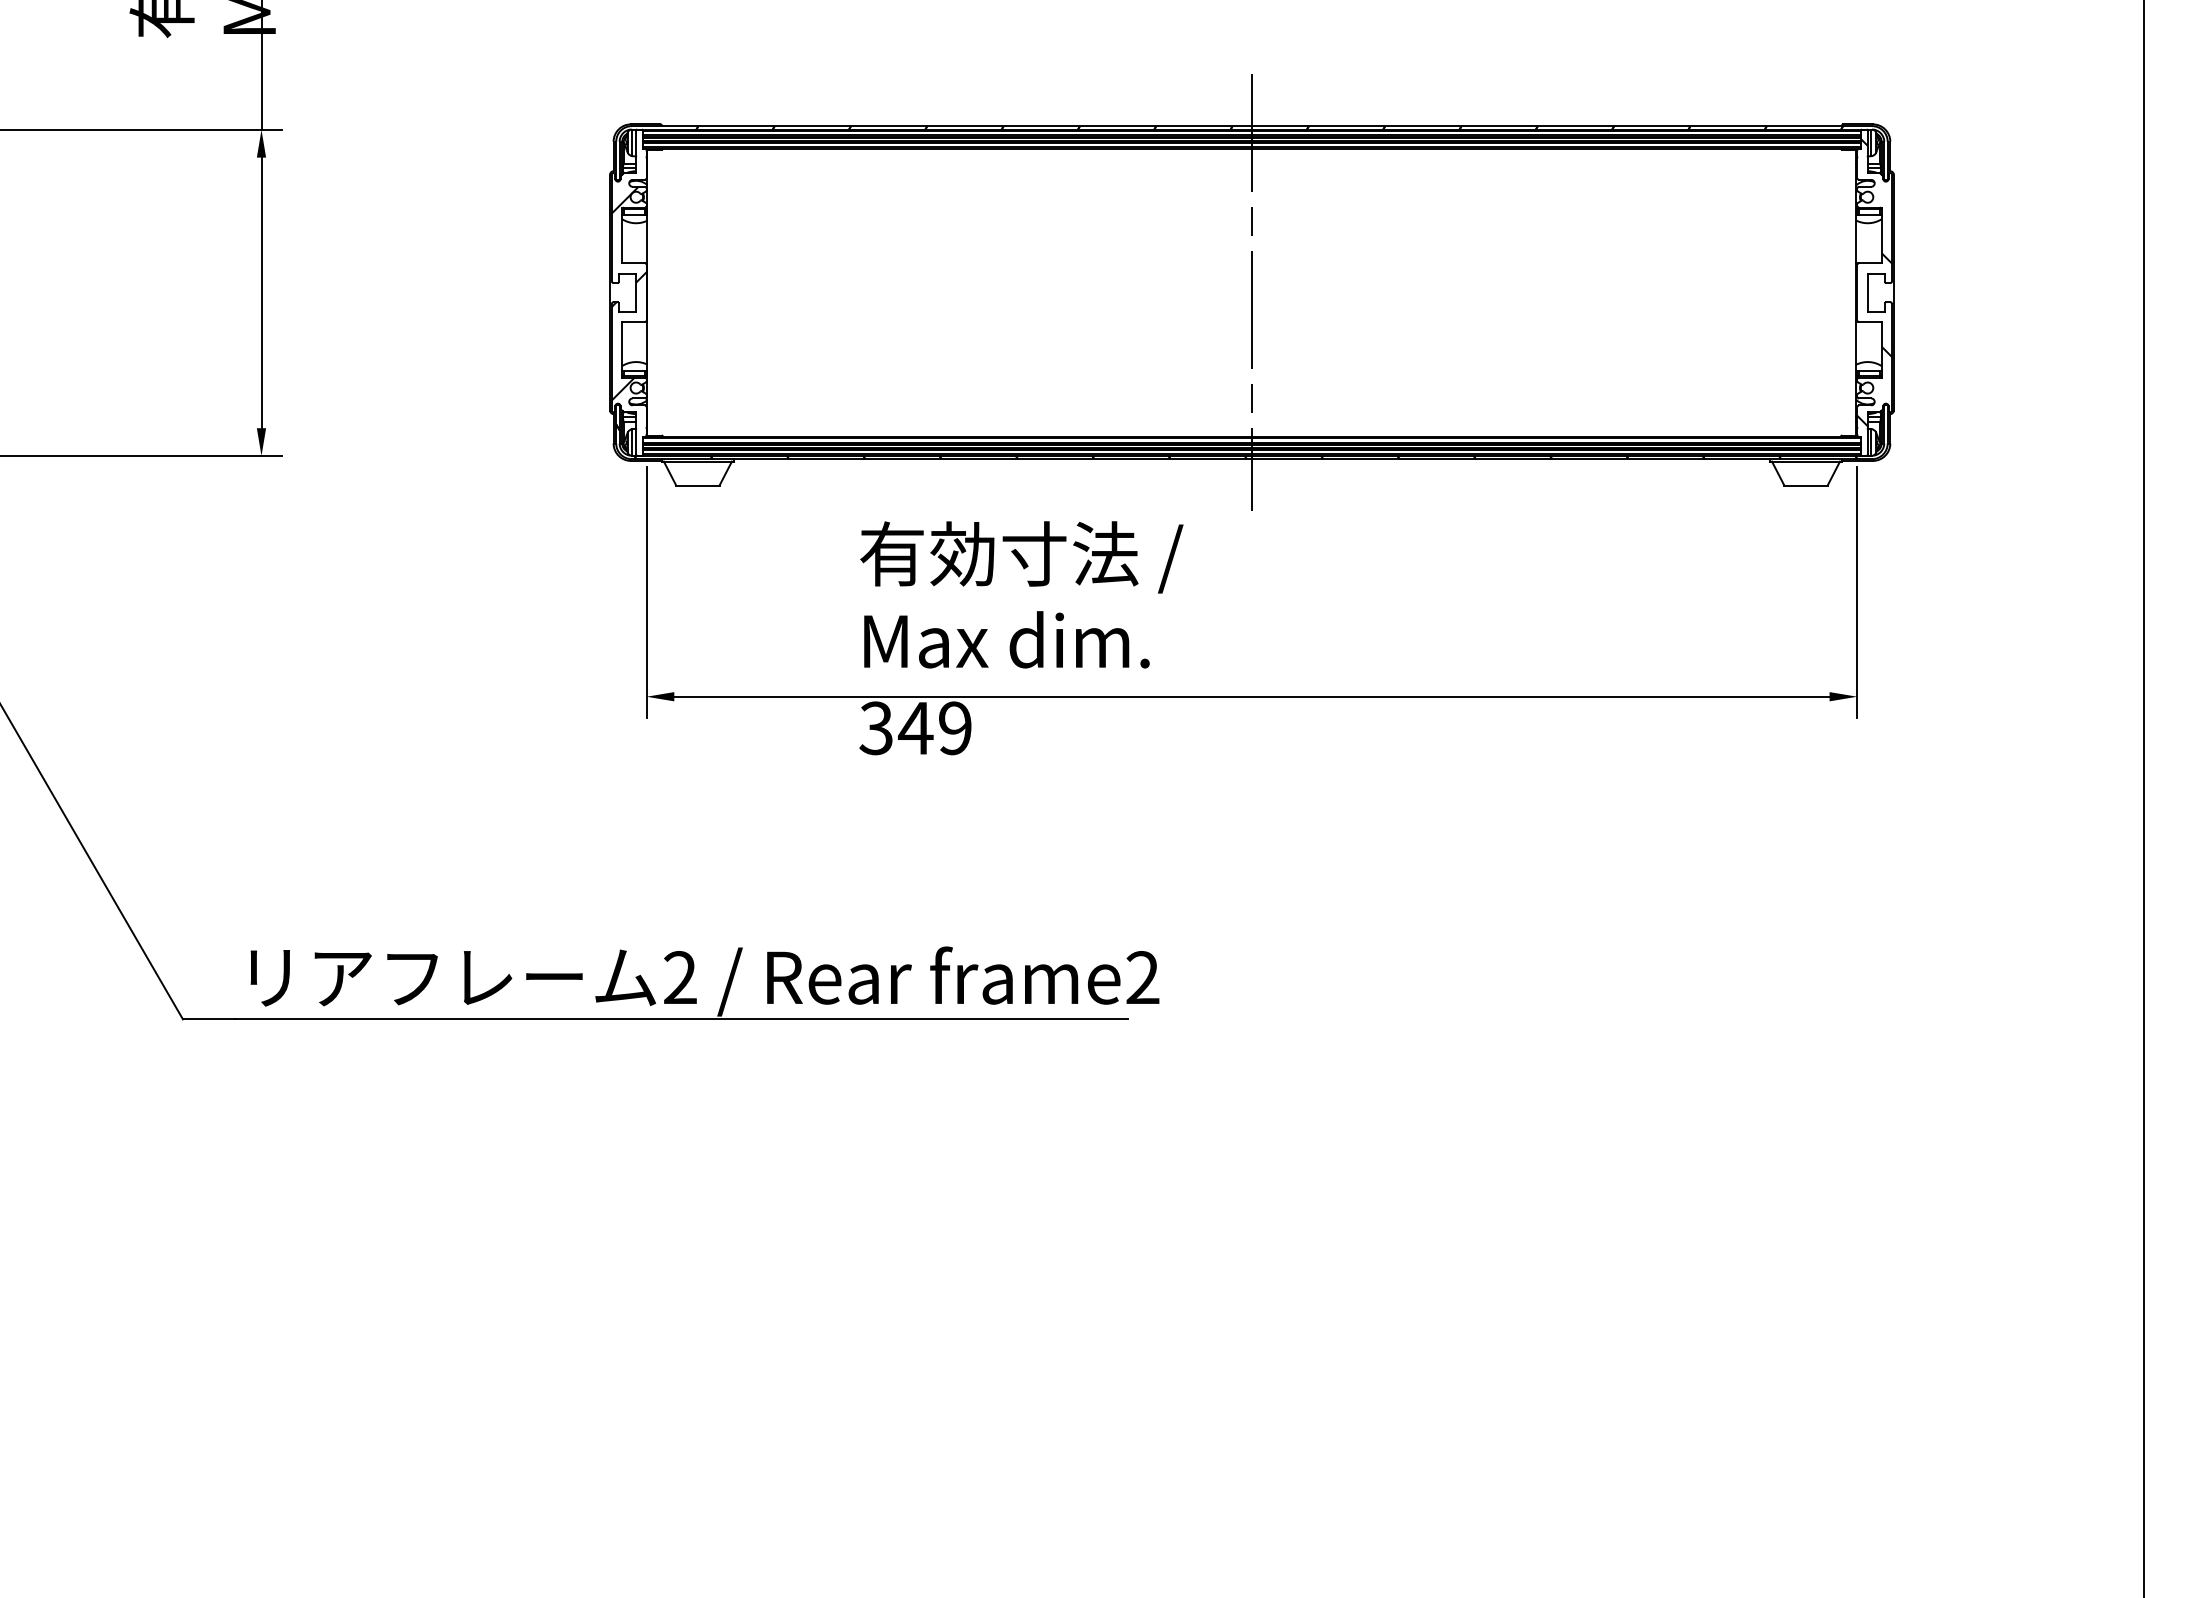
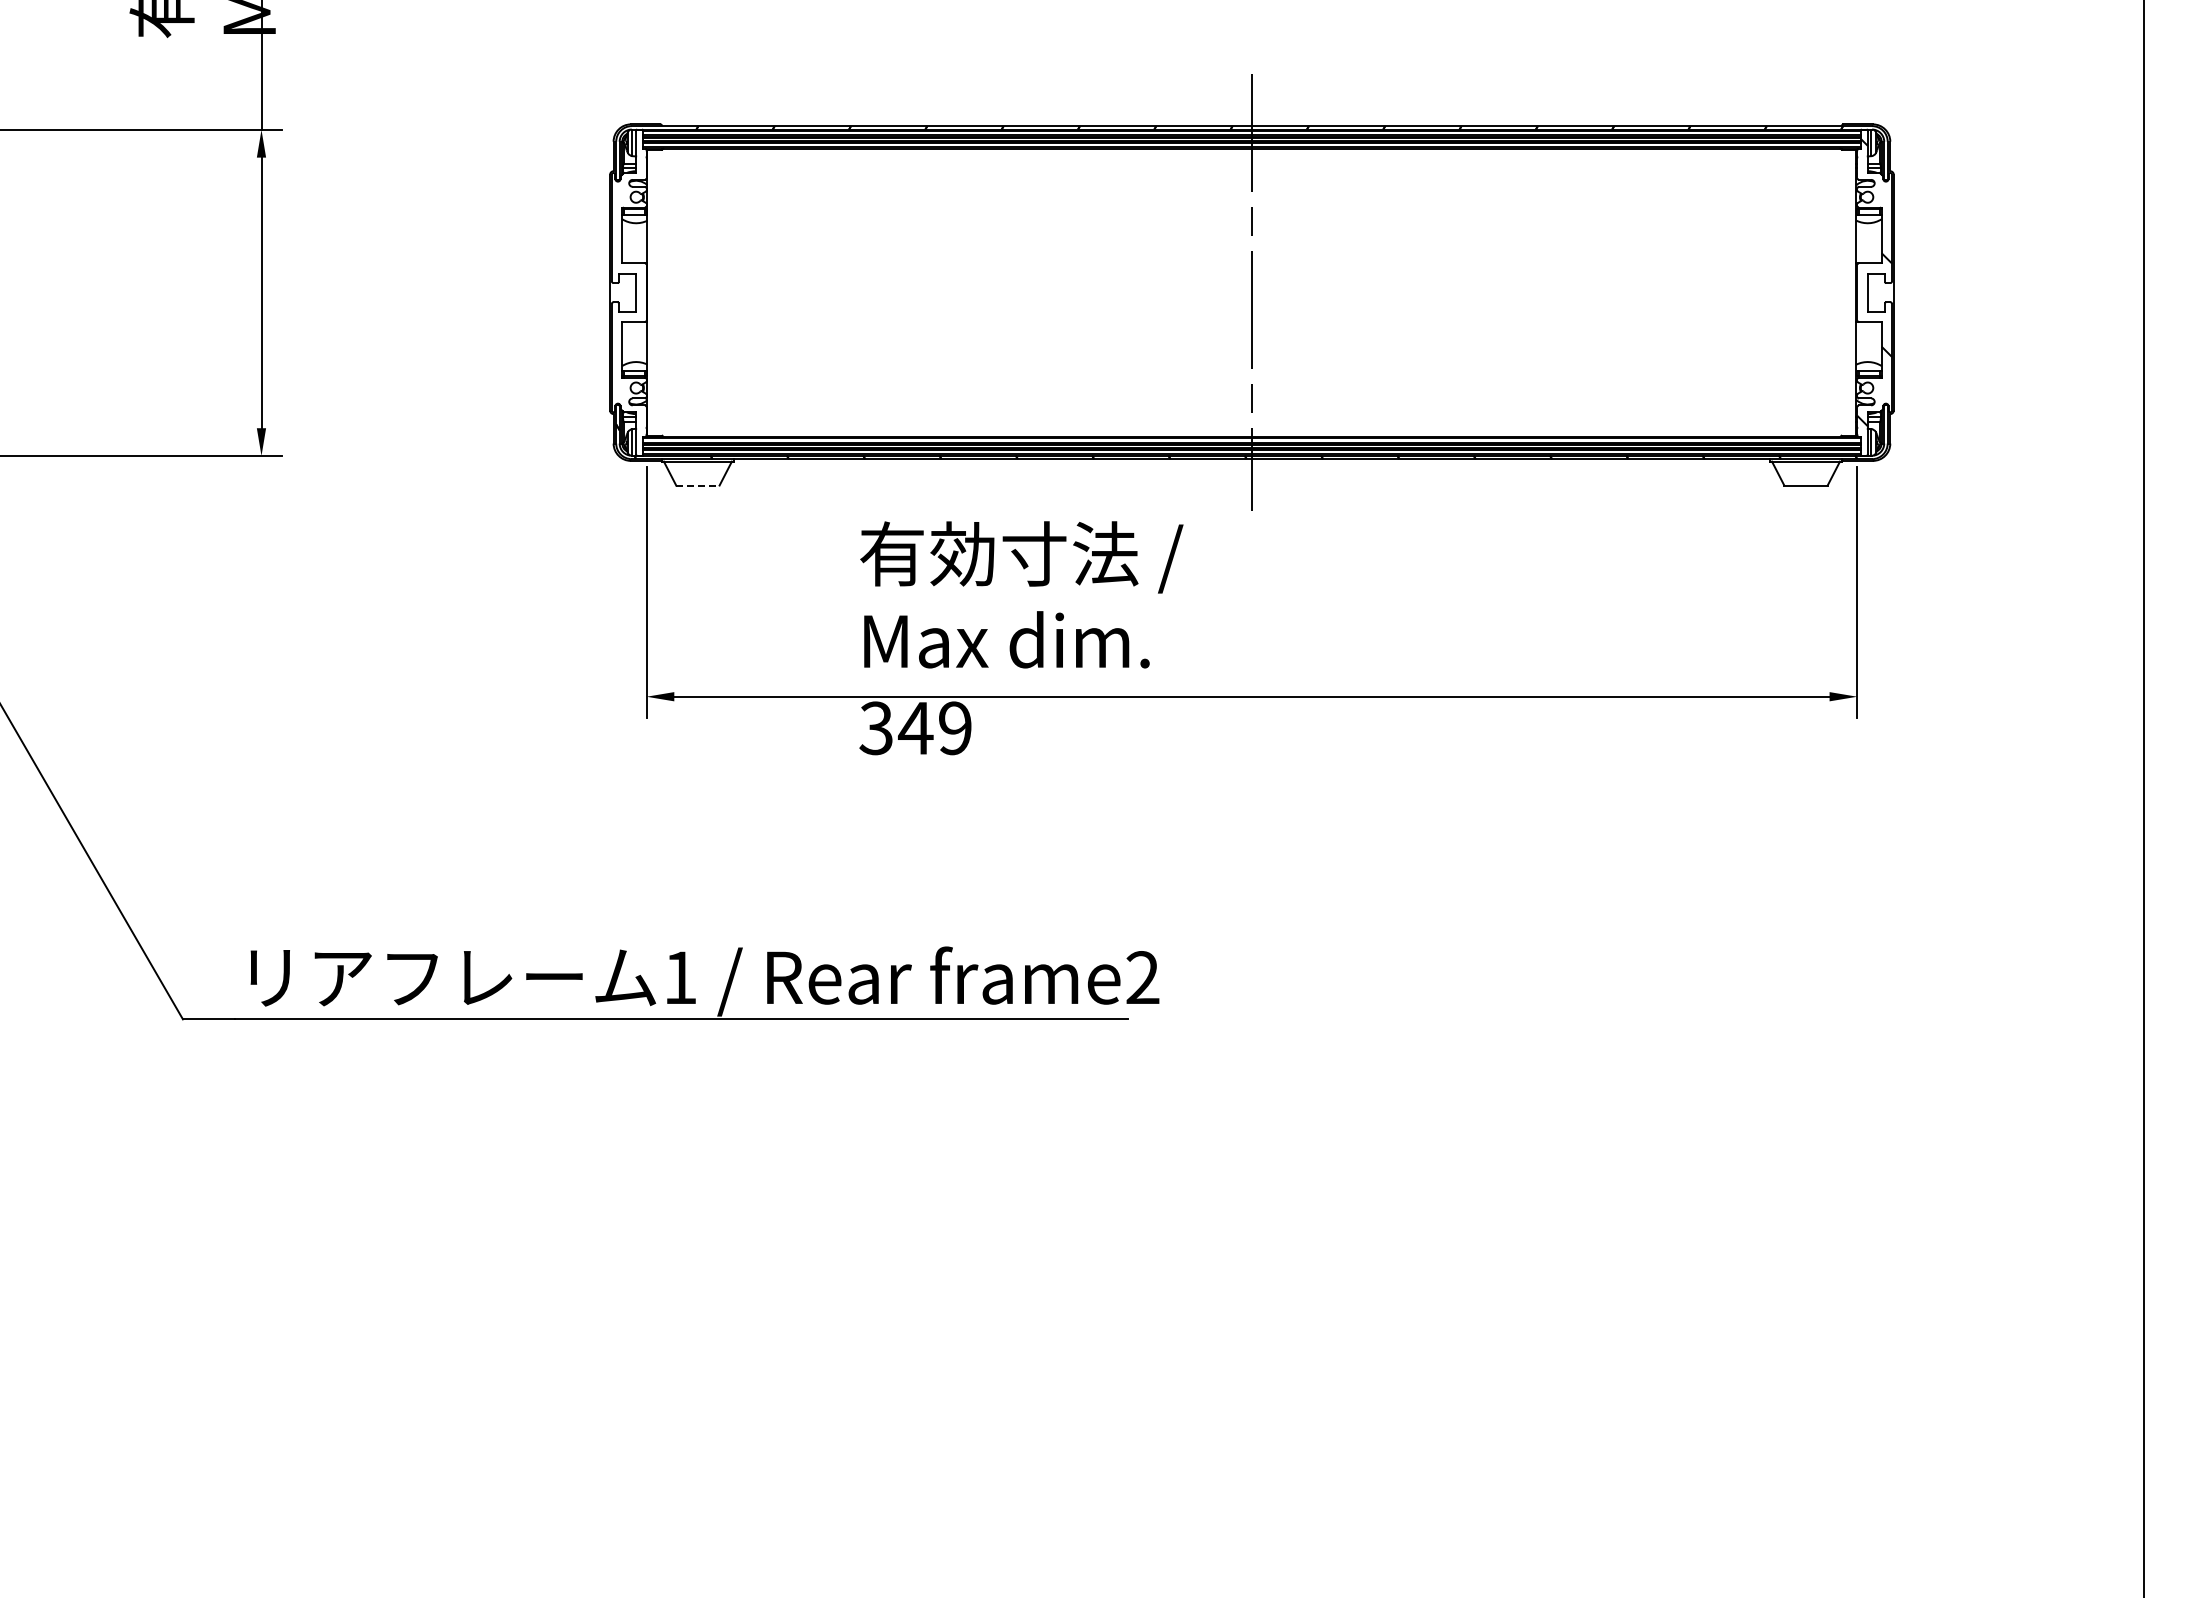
hatch at (628, 293): present -> none
line at (697, 485): solid -> dashed
text at (680, 977): 2 -> 1
